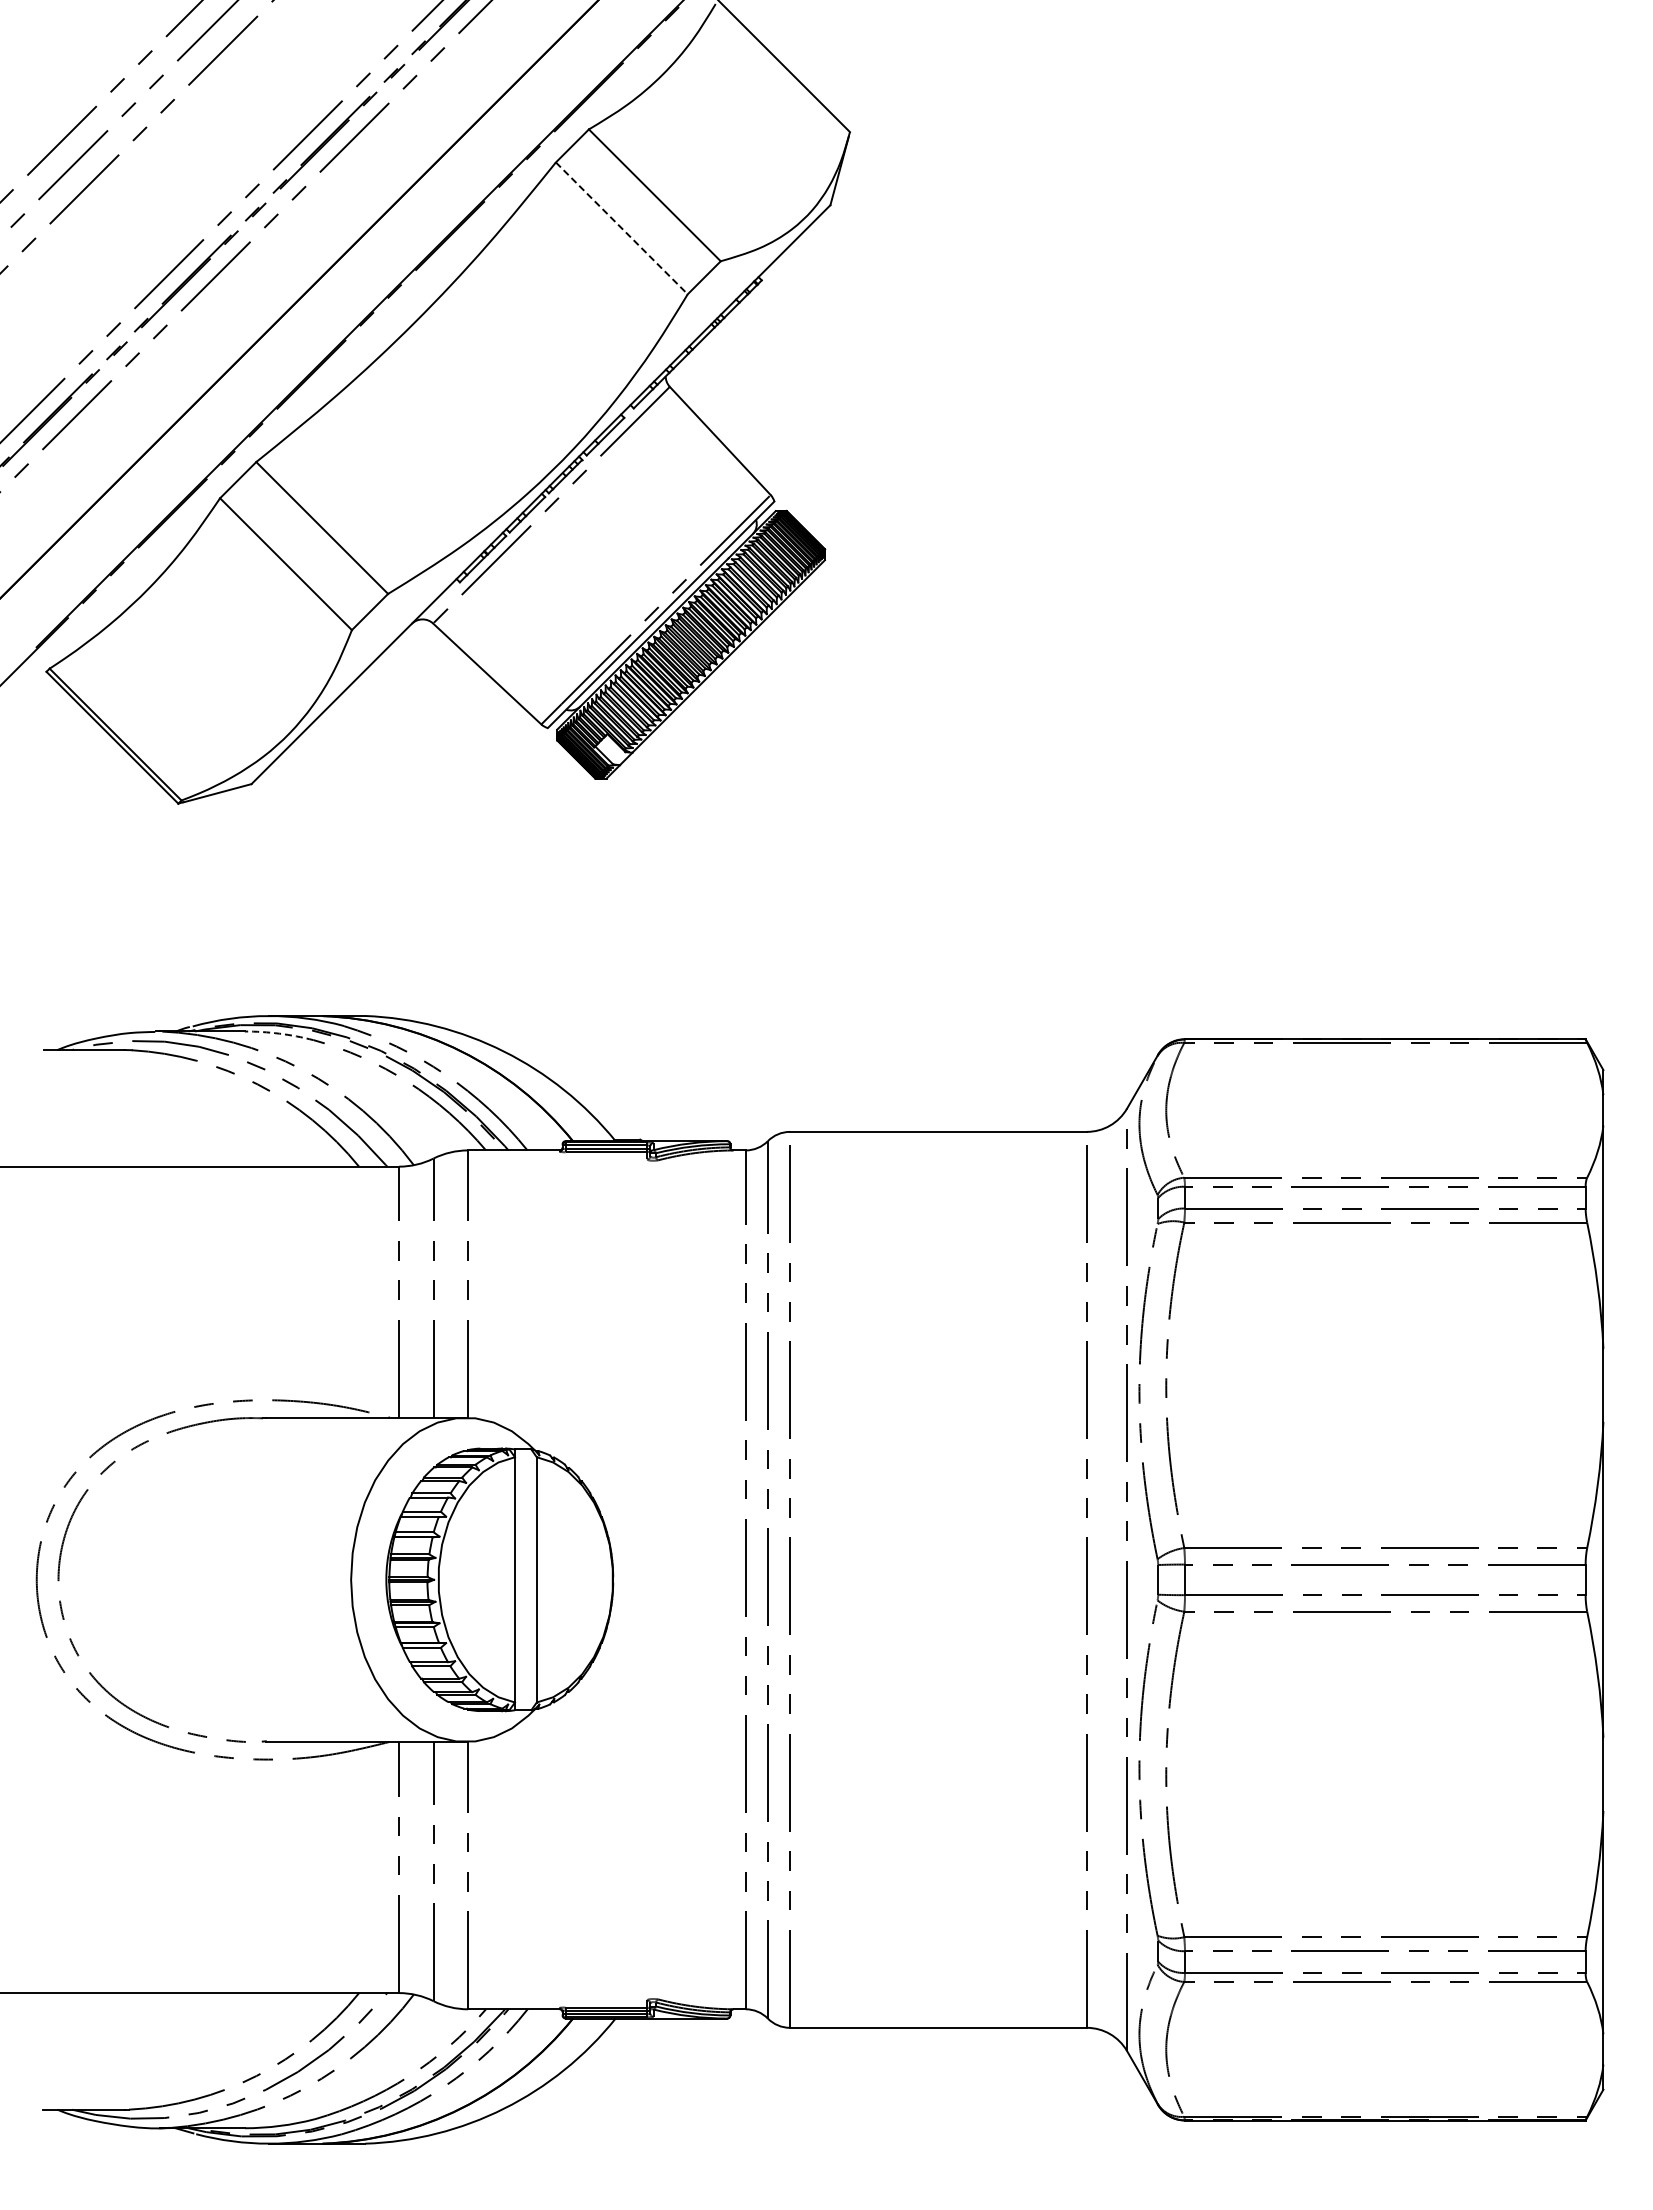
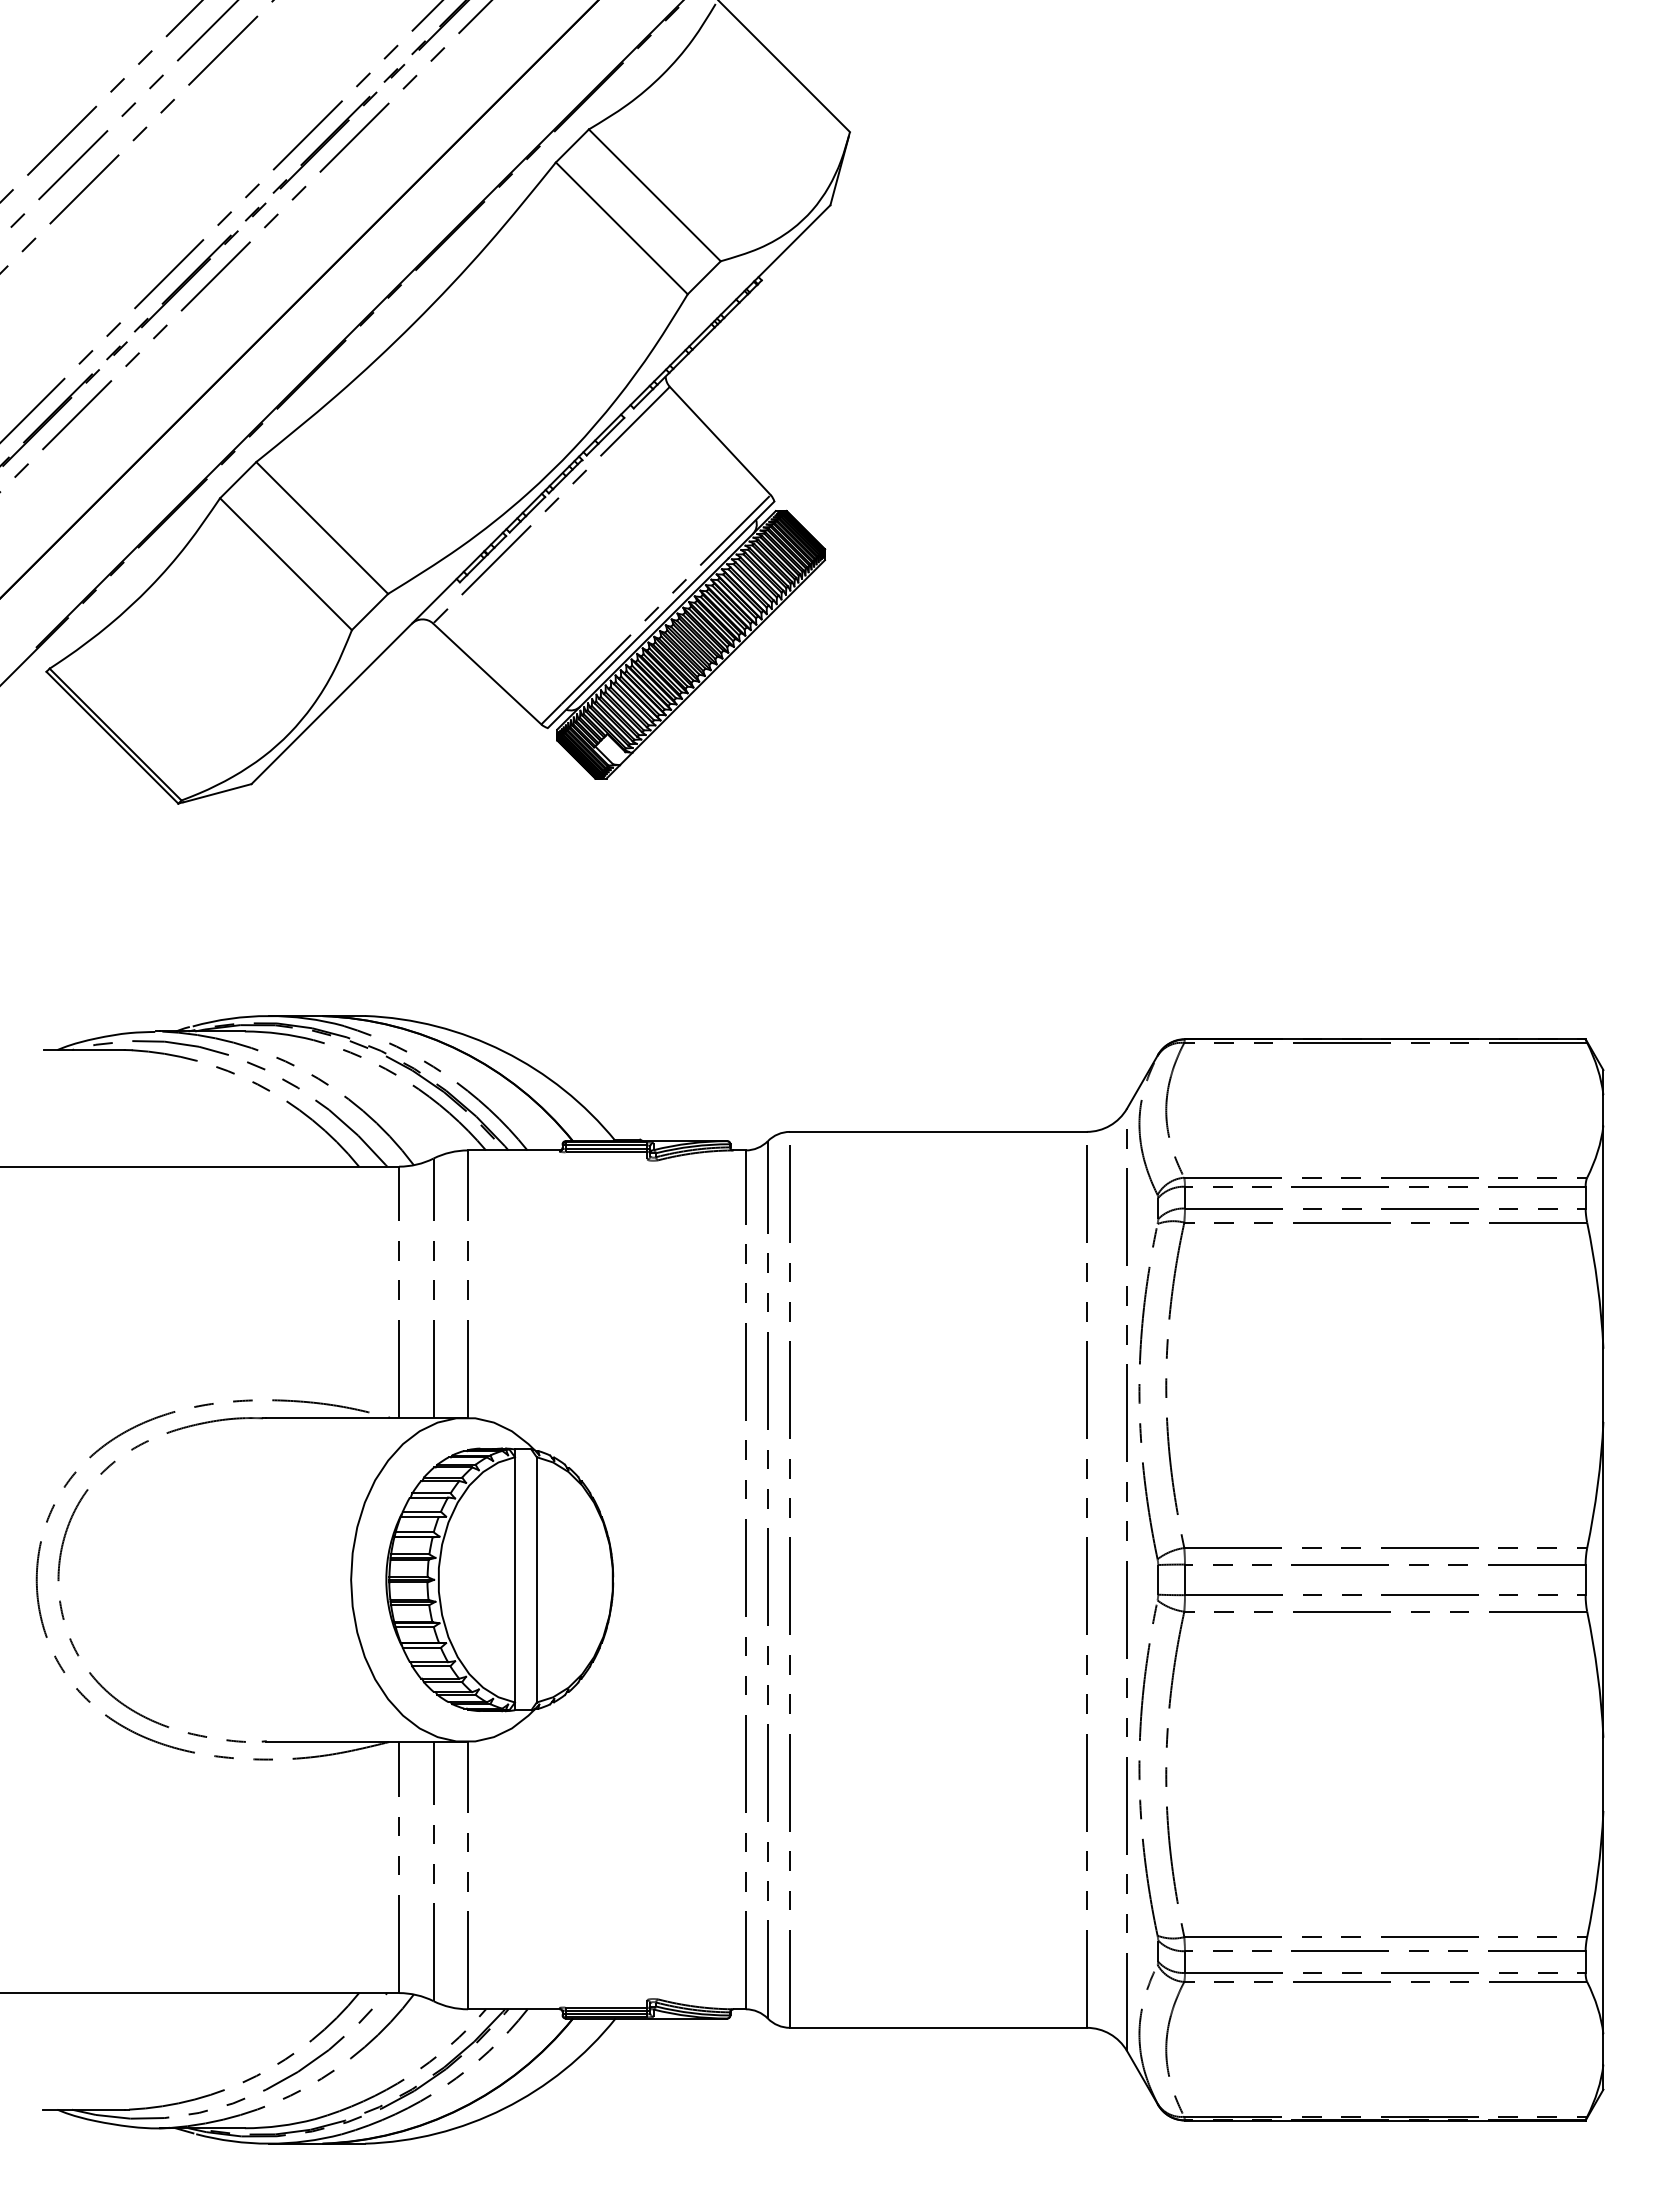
line at (622, 228): dashed -> solid
arc at (279, 1033): dashed -> solid
